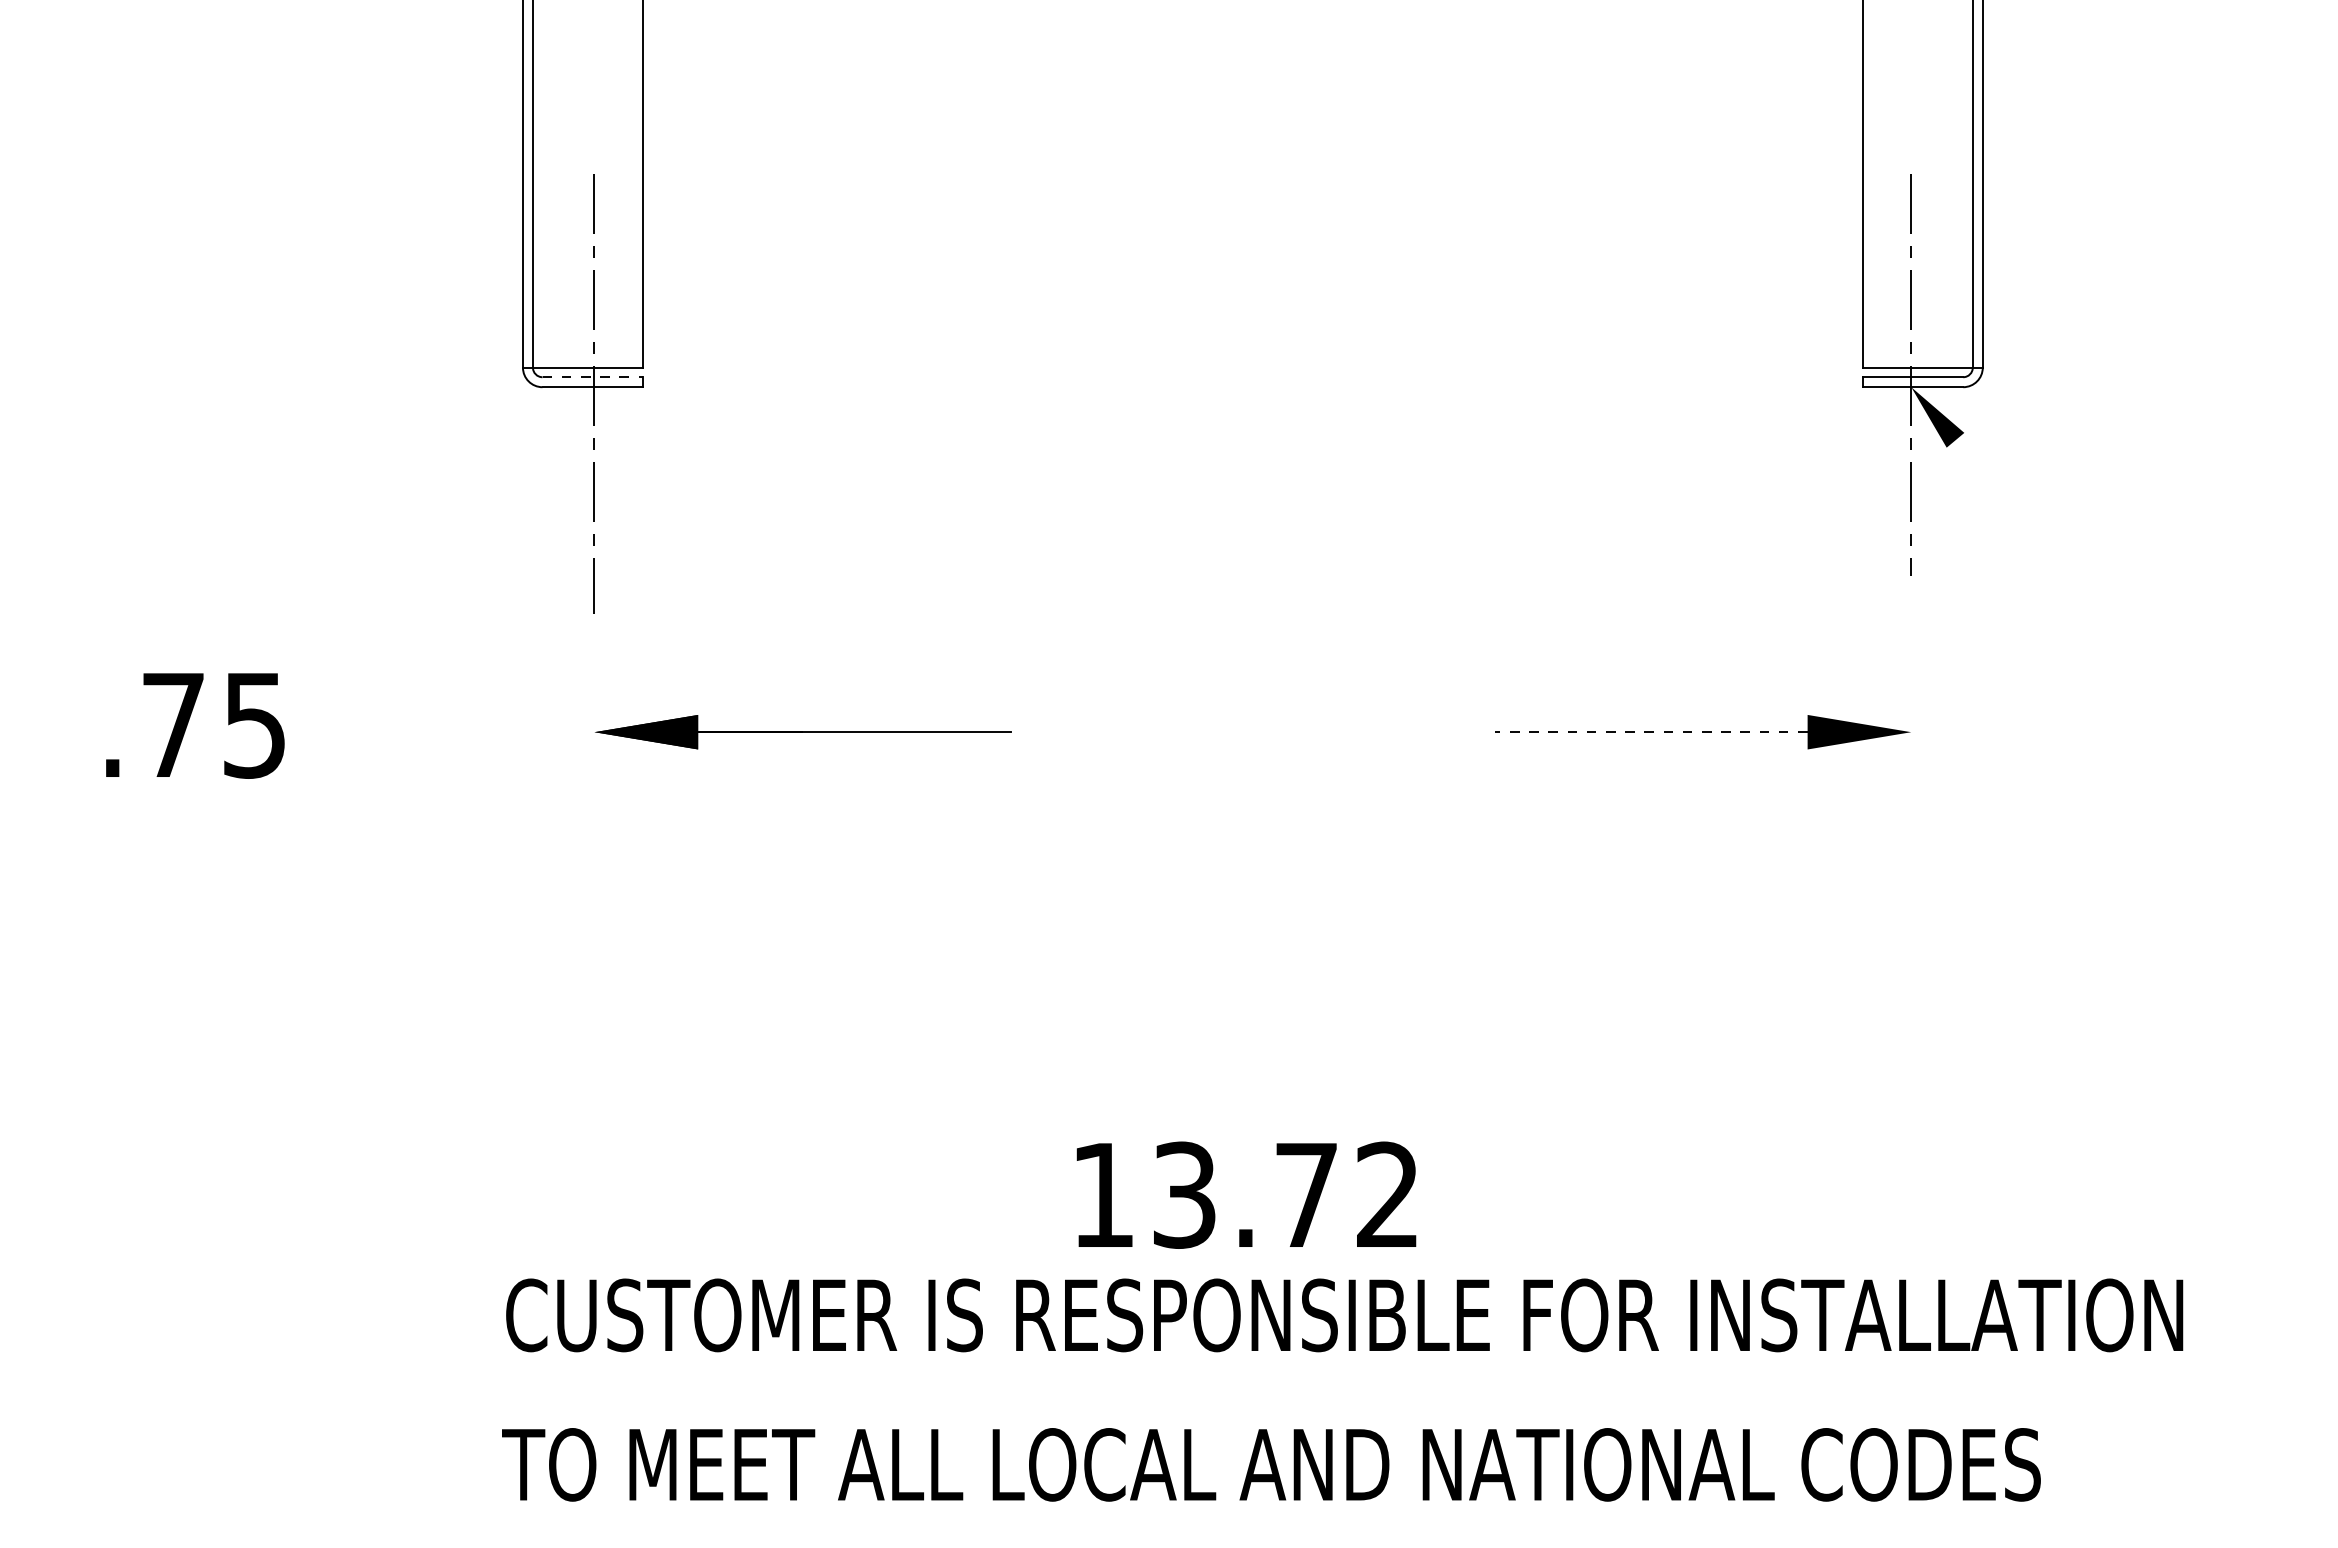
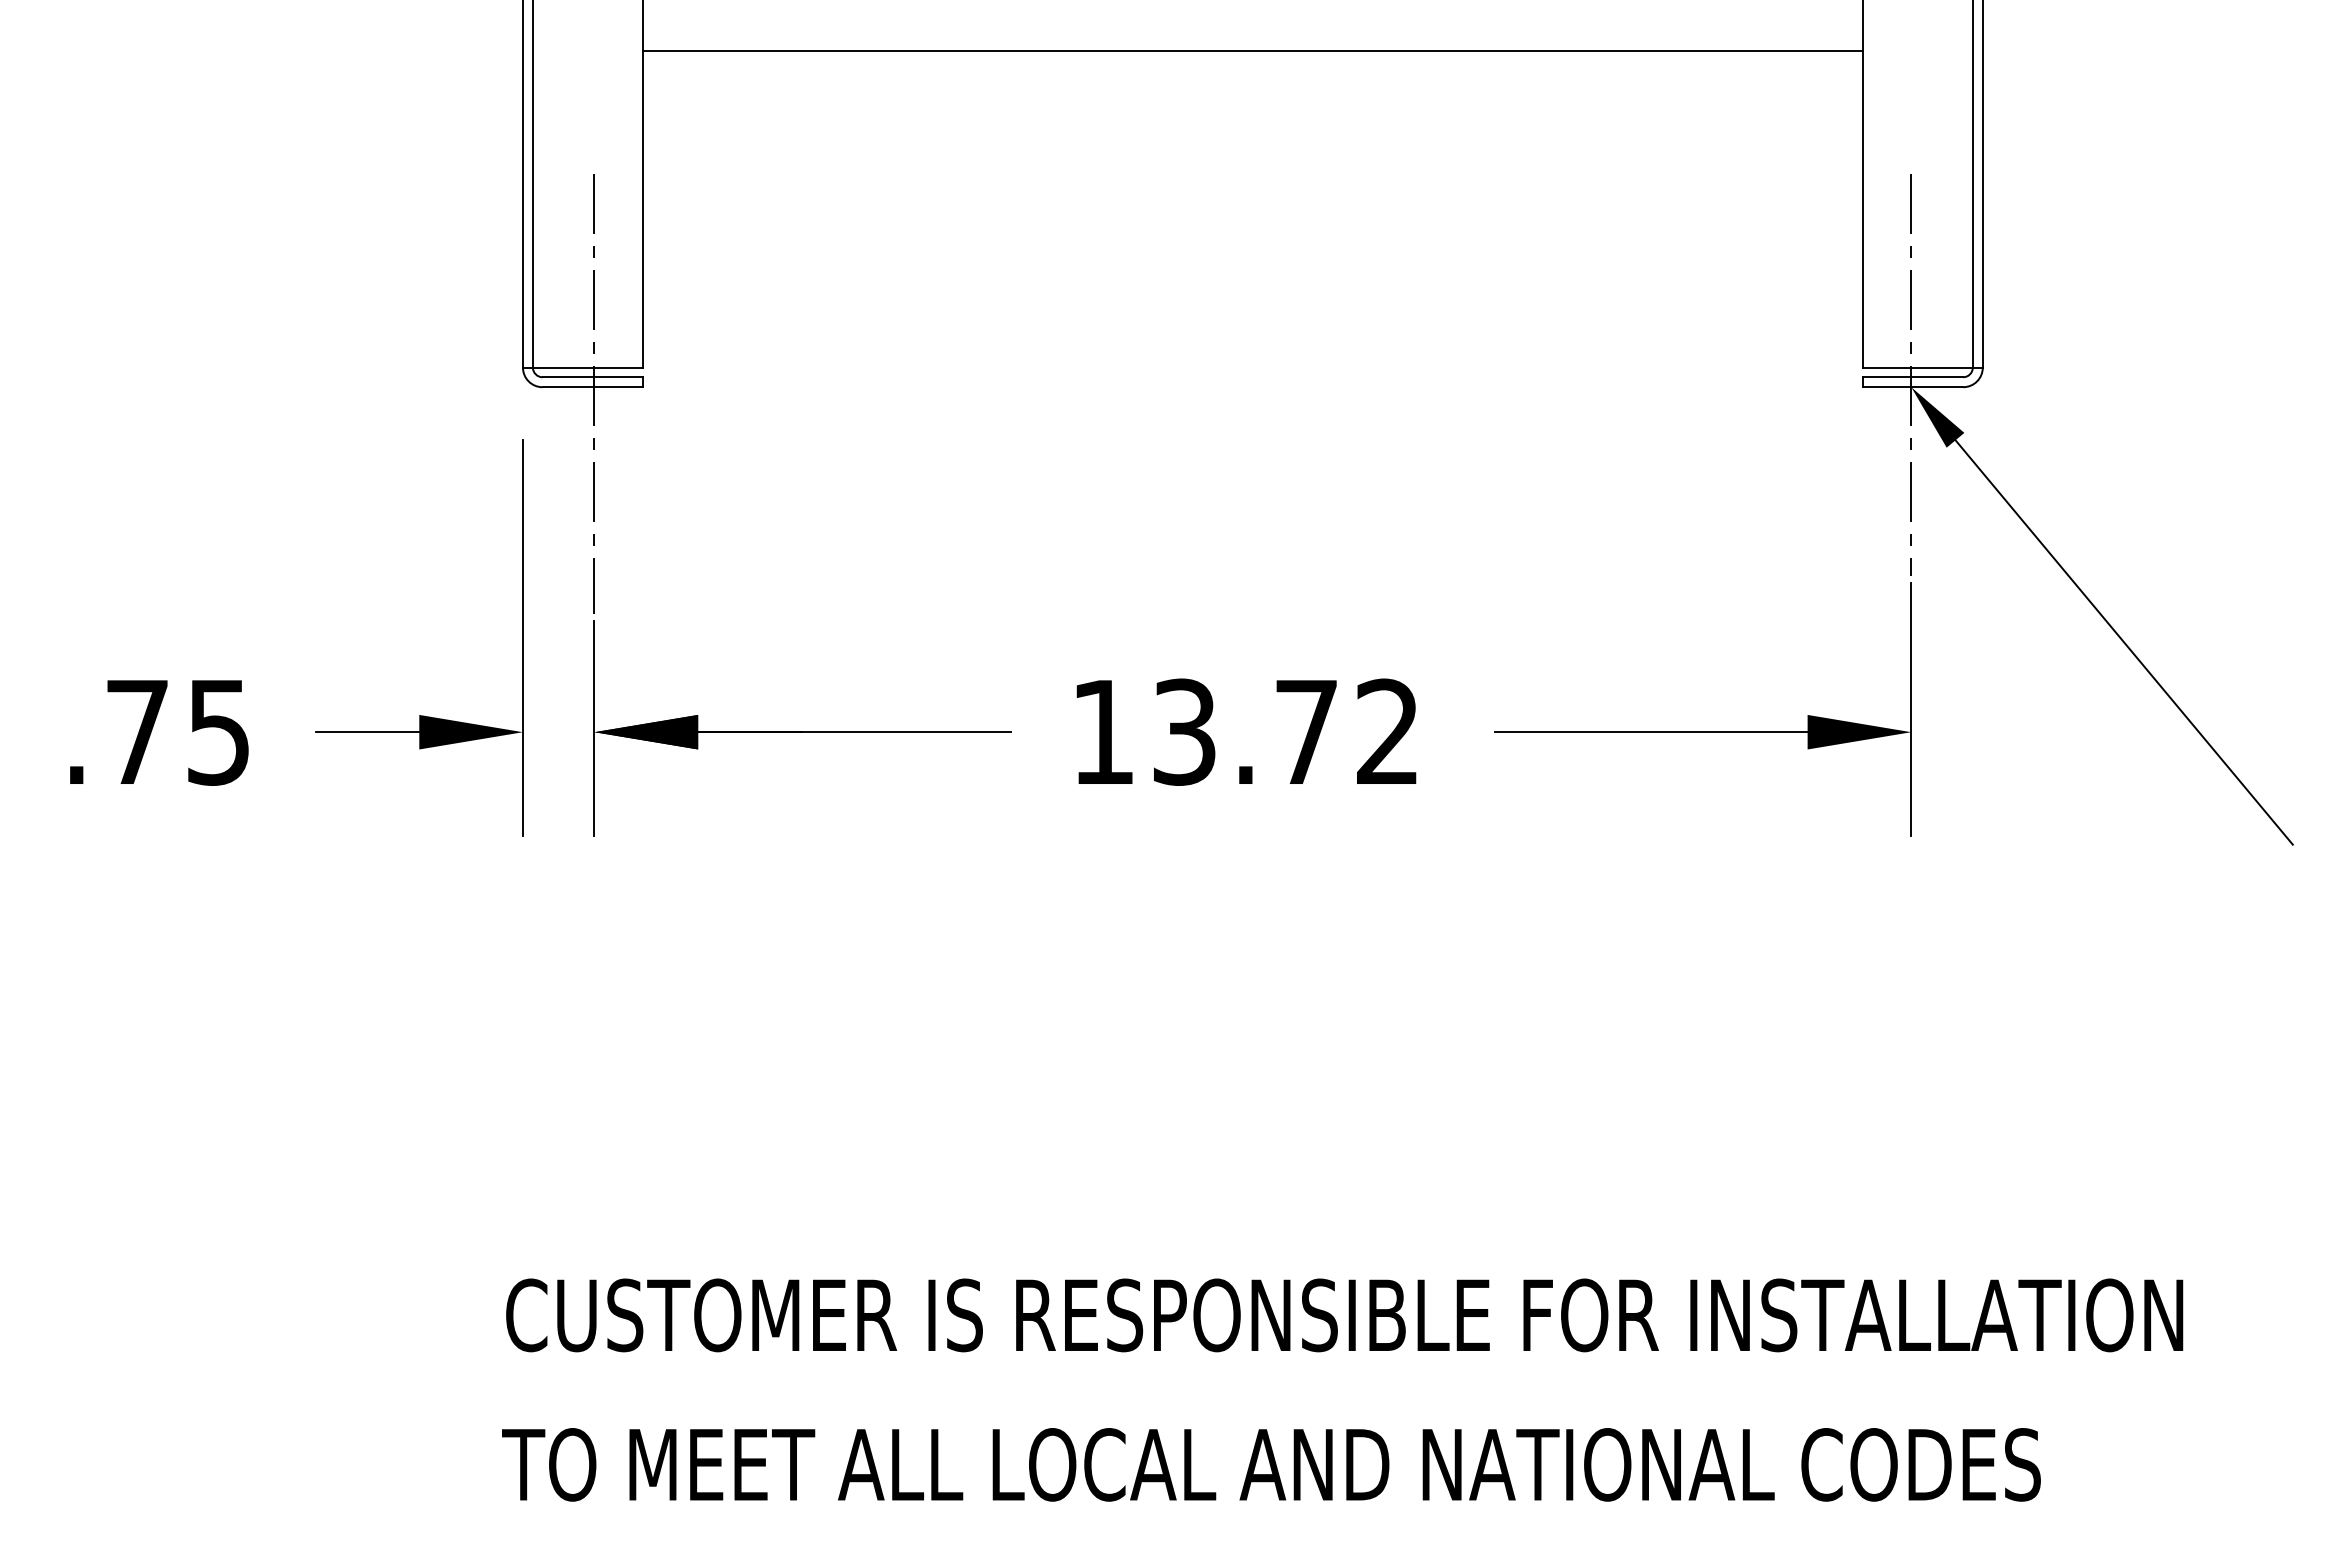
line at (1252, 51): none -> present
line at (593, 377): dashed -> solid
line at (2123, 642): none -> present
line at (1911, 709): none -> present
part at (419, 715): none -> present
text at (195, 725) position: (195, 725) -> (159, 732)
line at (594, 728): none -> present
line at (1650, 732): dashed -> solid
text at (1246, 1194) position: (1246, 1194) -> (1246, 731)
